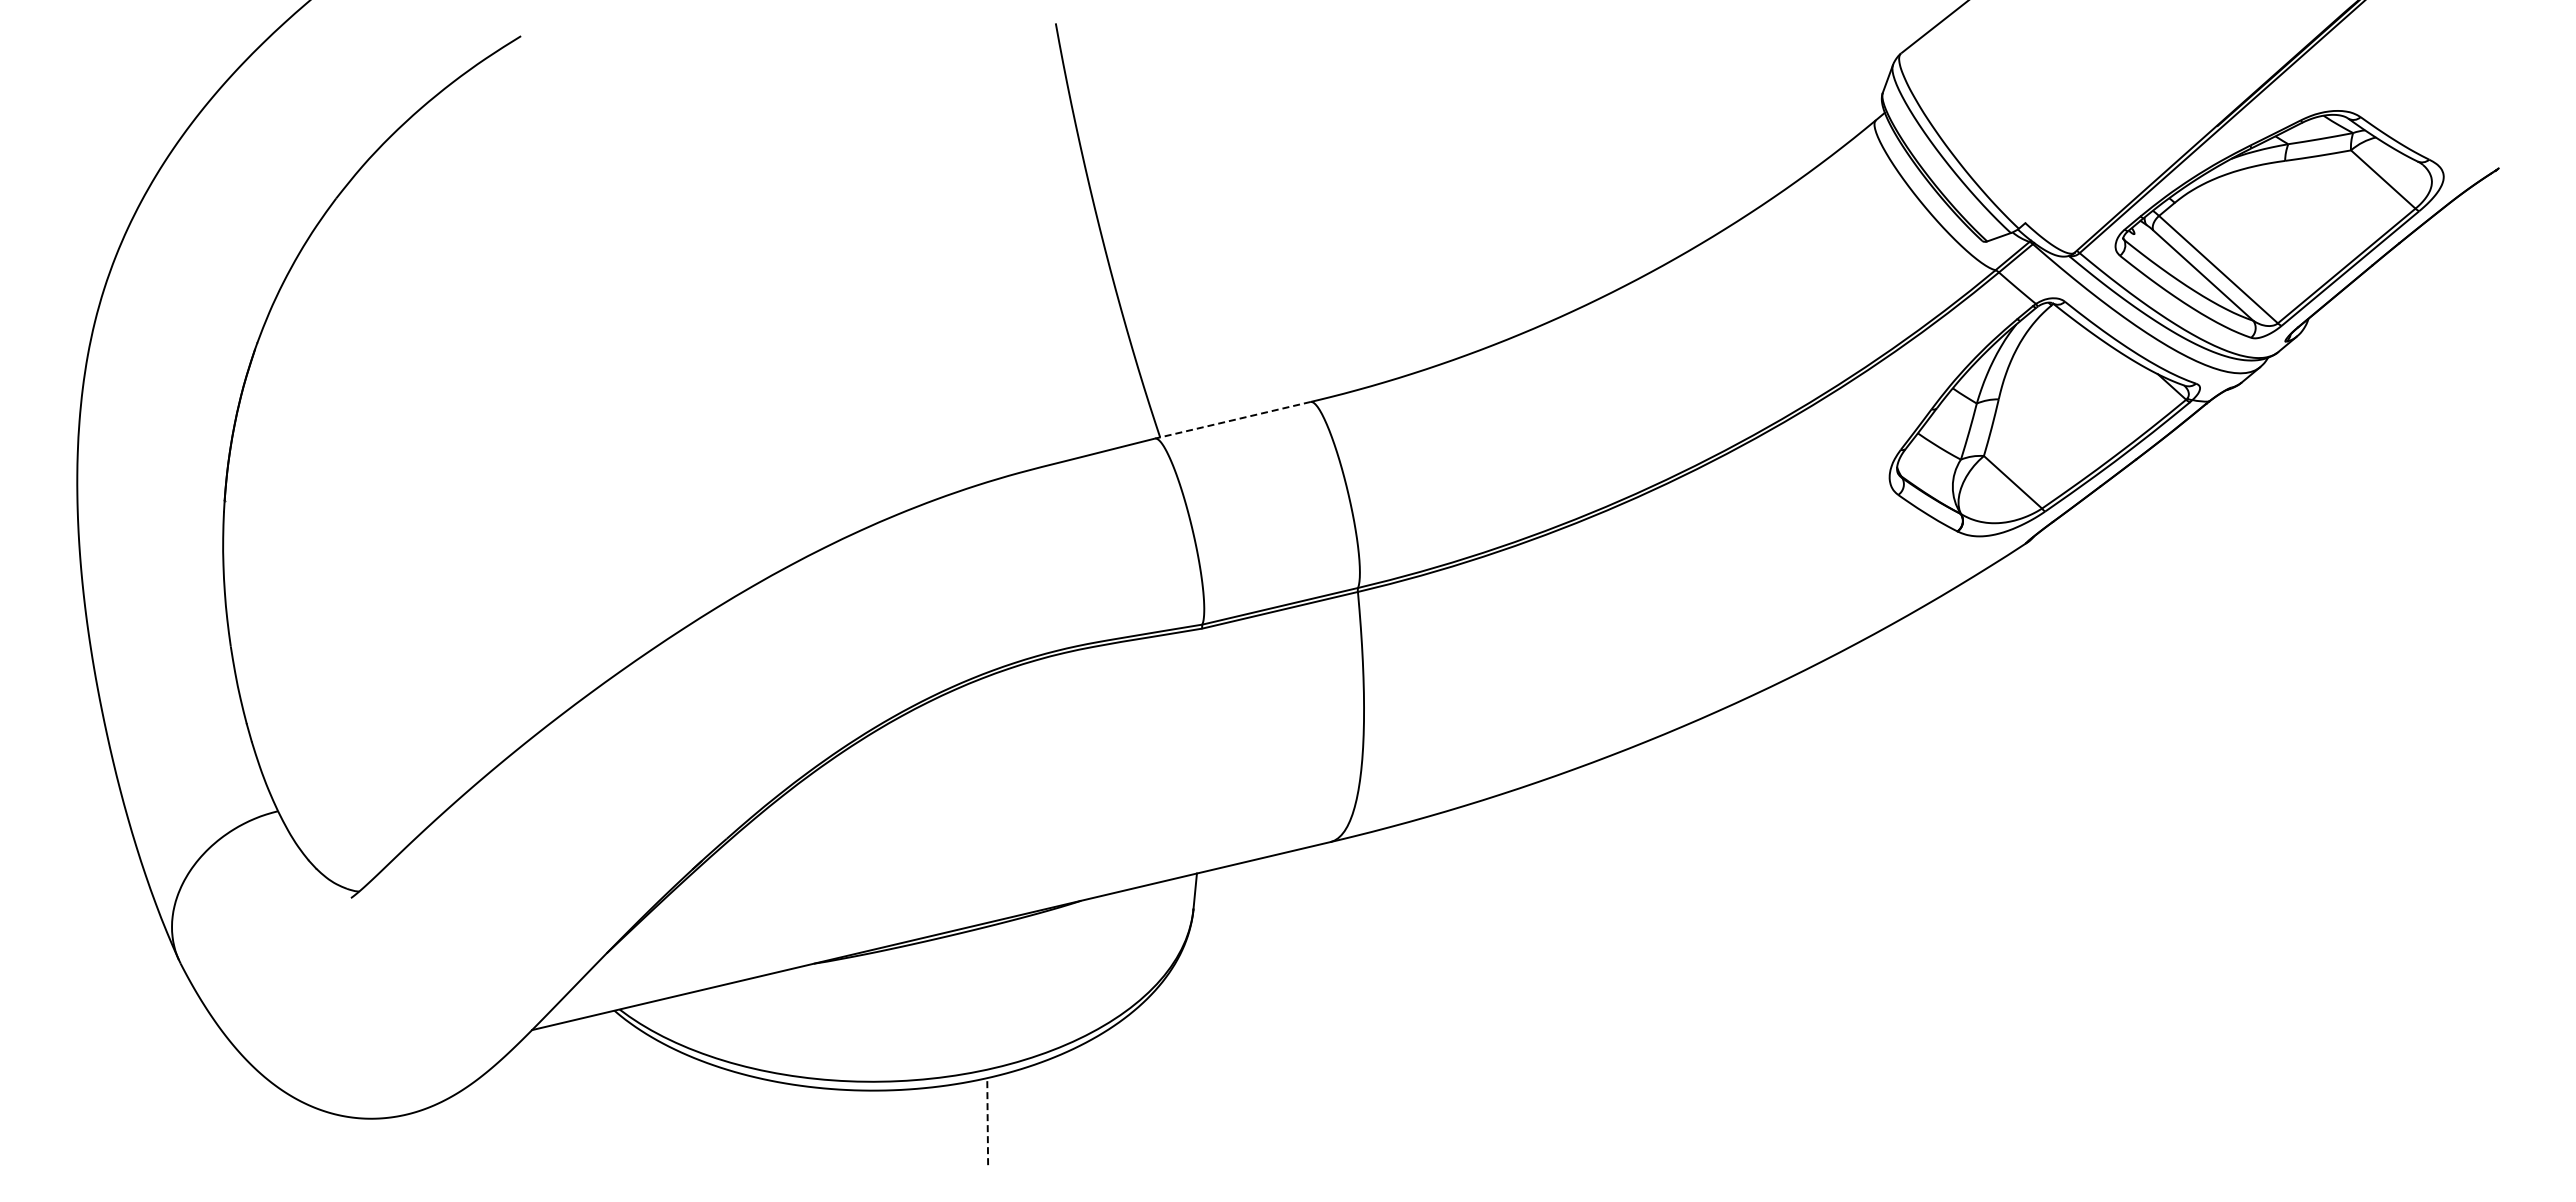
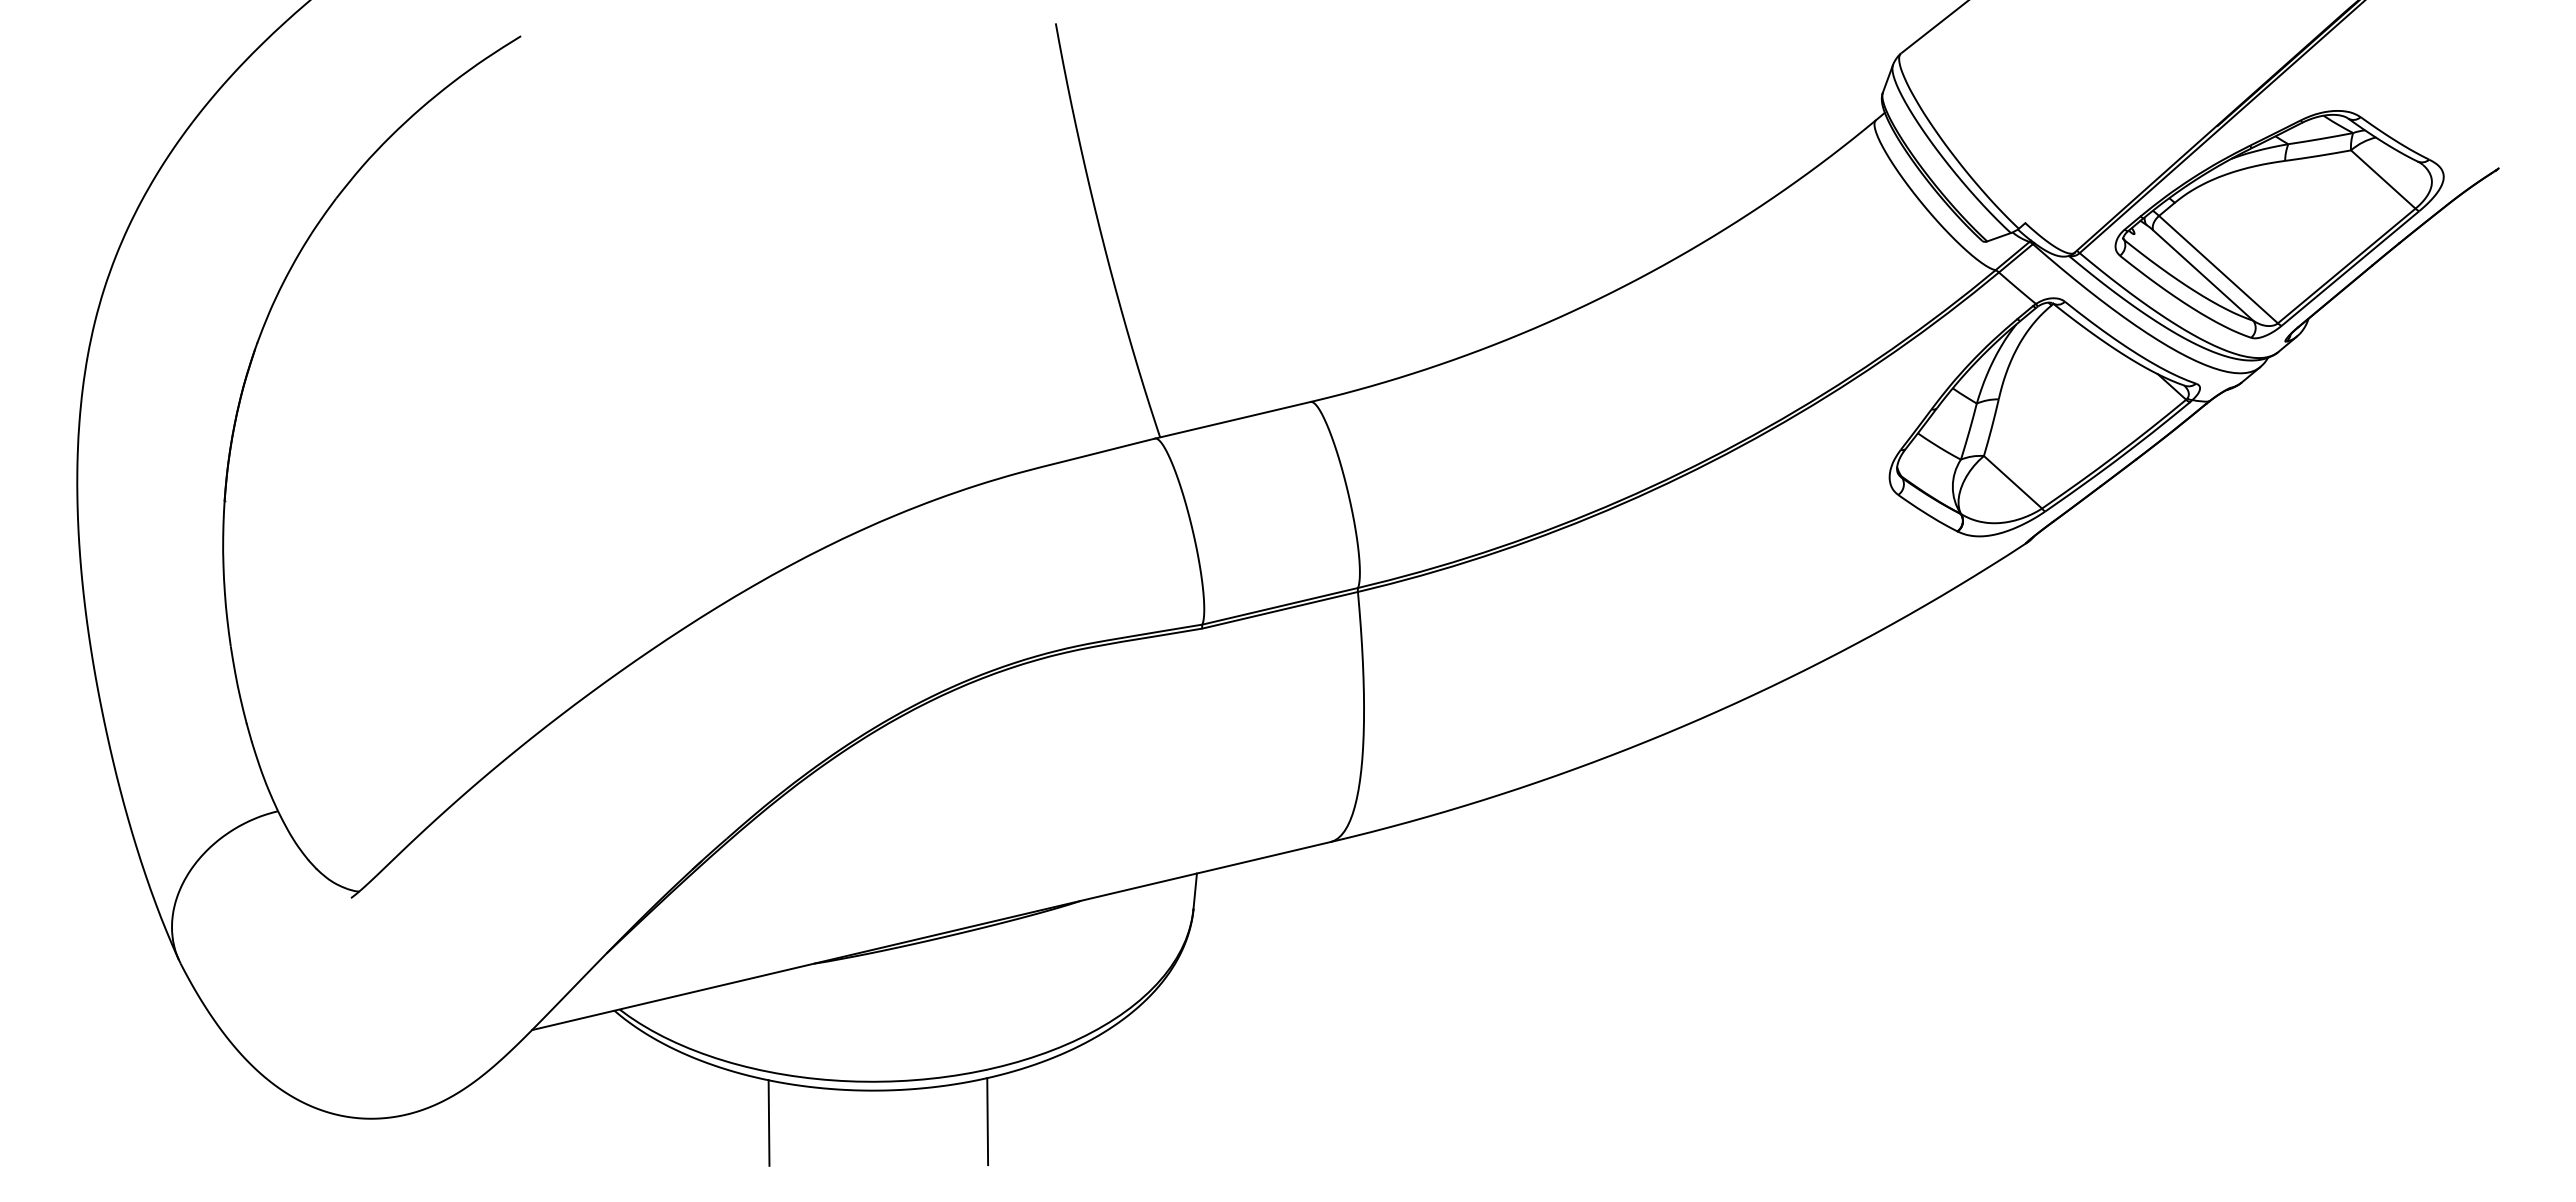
line at (1232, 420): dashed -> solid
line at (987, 1121): dashed -> solid
line at (768, 1122): none -> present
